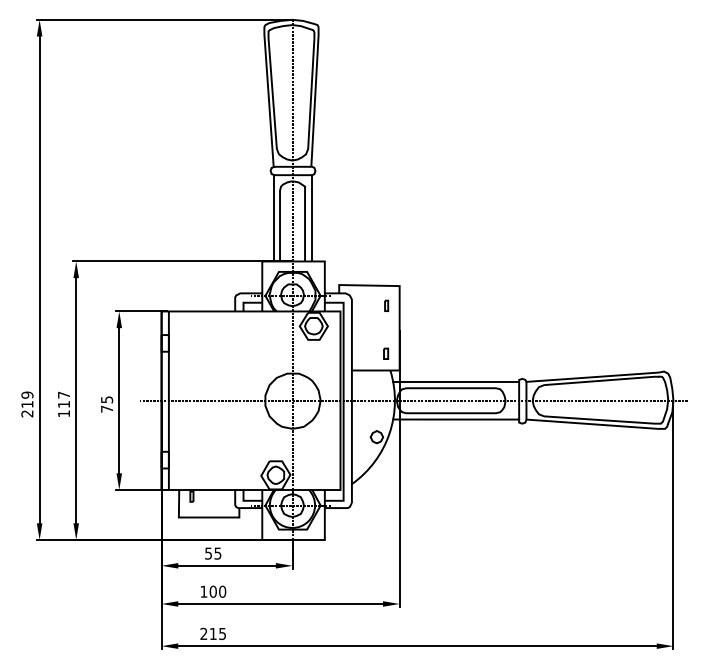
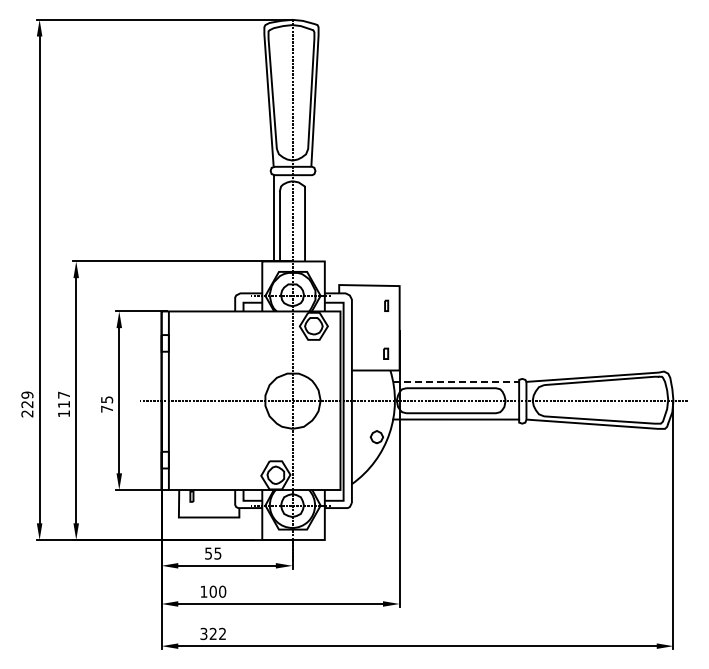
line at (311, 218): present -> none
line at (456, 381): solid -> dashed
text at (27, 404): 219 -> 229
text at (212, 633): 215 -> 322
